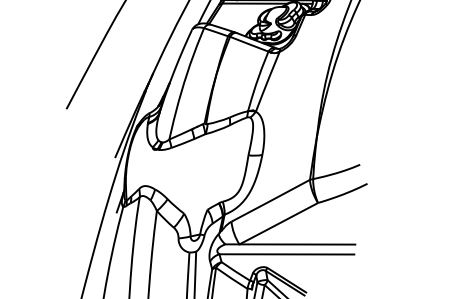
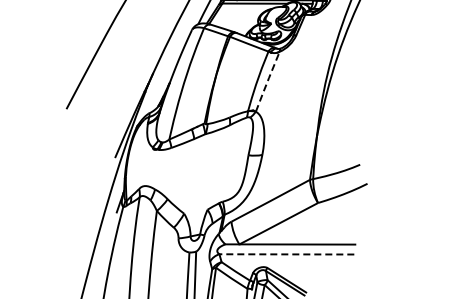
line at (267, 81): solid -> dashed
line at (286, 254): solid -> dashed
